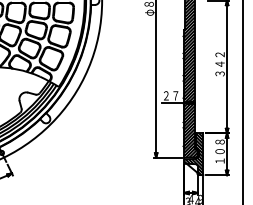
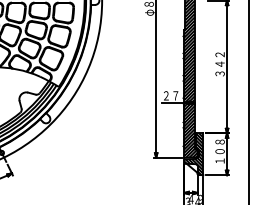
line at (242, 101) position: (242, 101) -> (248, 101)
